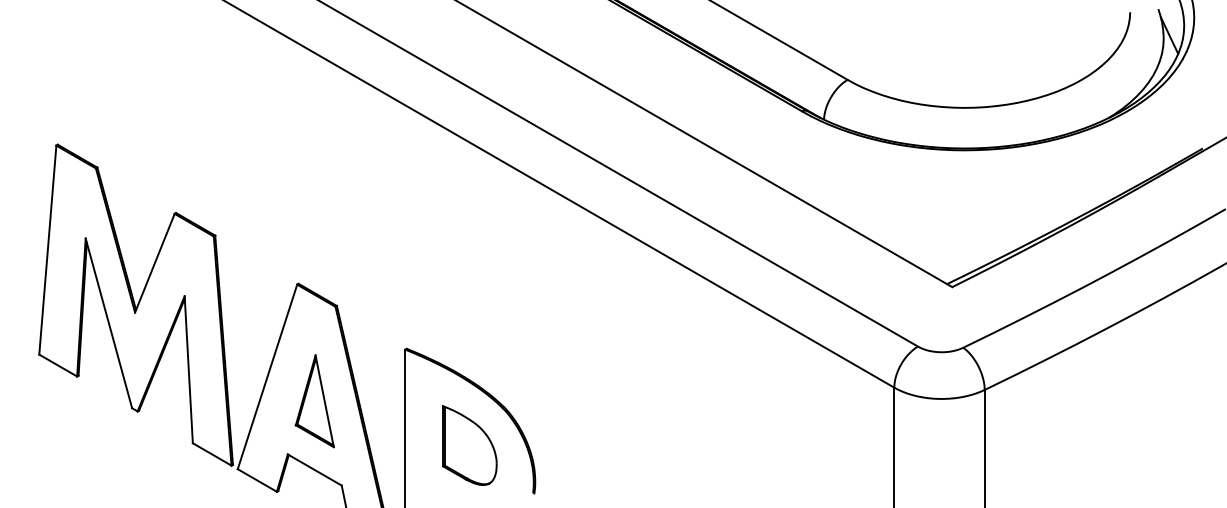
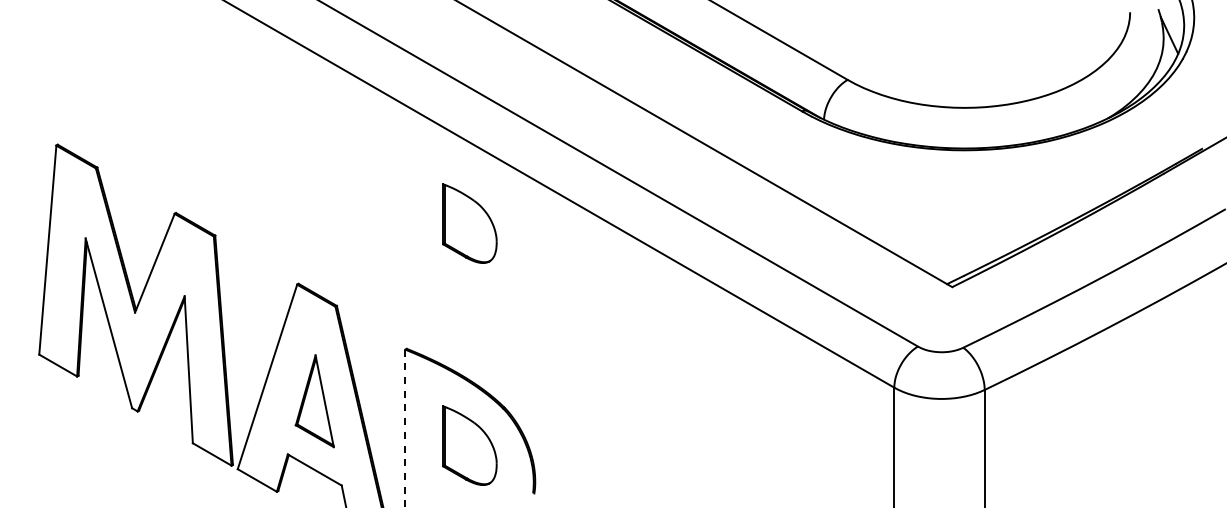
part at (469, 223): none -> present
line at (405, 428): solid -> dashed
